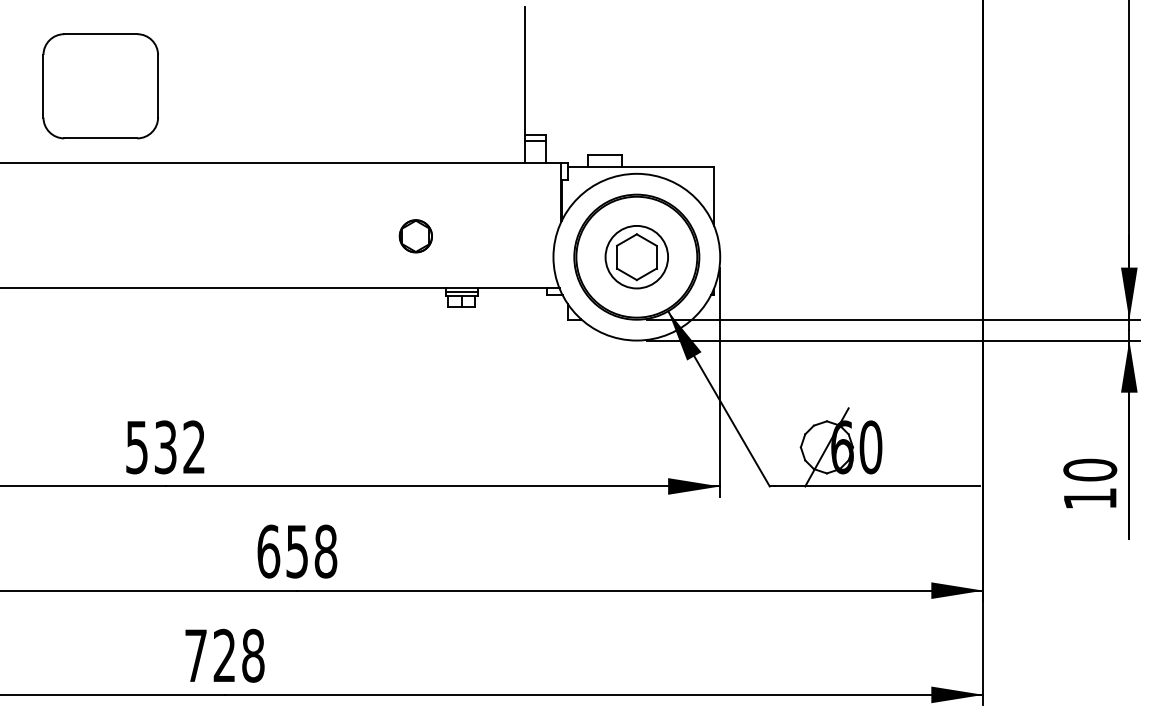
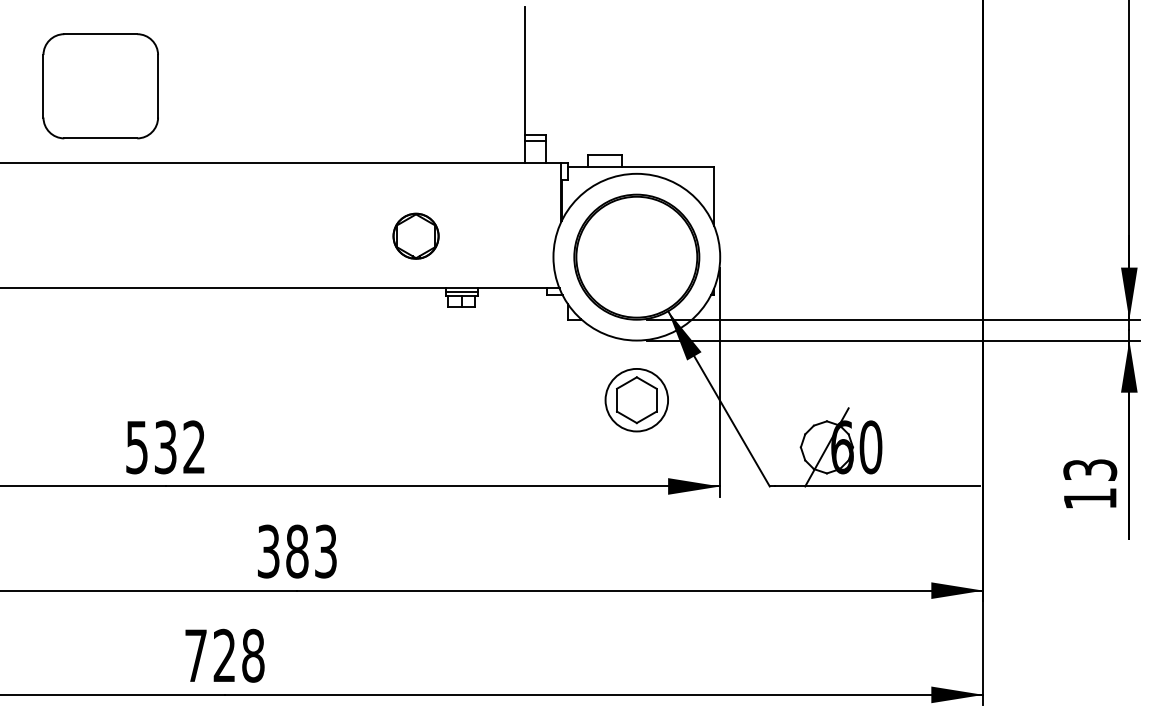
part at (415, 236) size: 35x35 px -> 48x48 px
part at (636, 257) position: (636, 257) -> (636, 400)
text at (1090, 469): 10 -> 13
text at (297, 551): 658 -> 383
